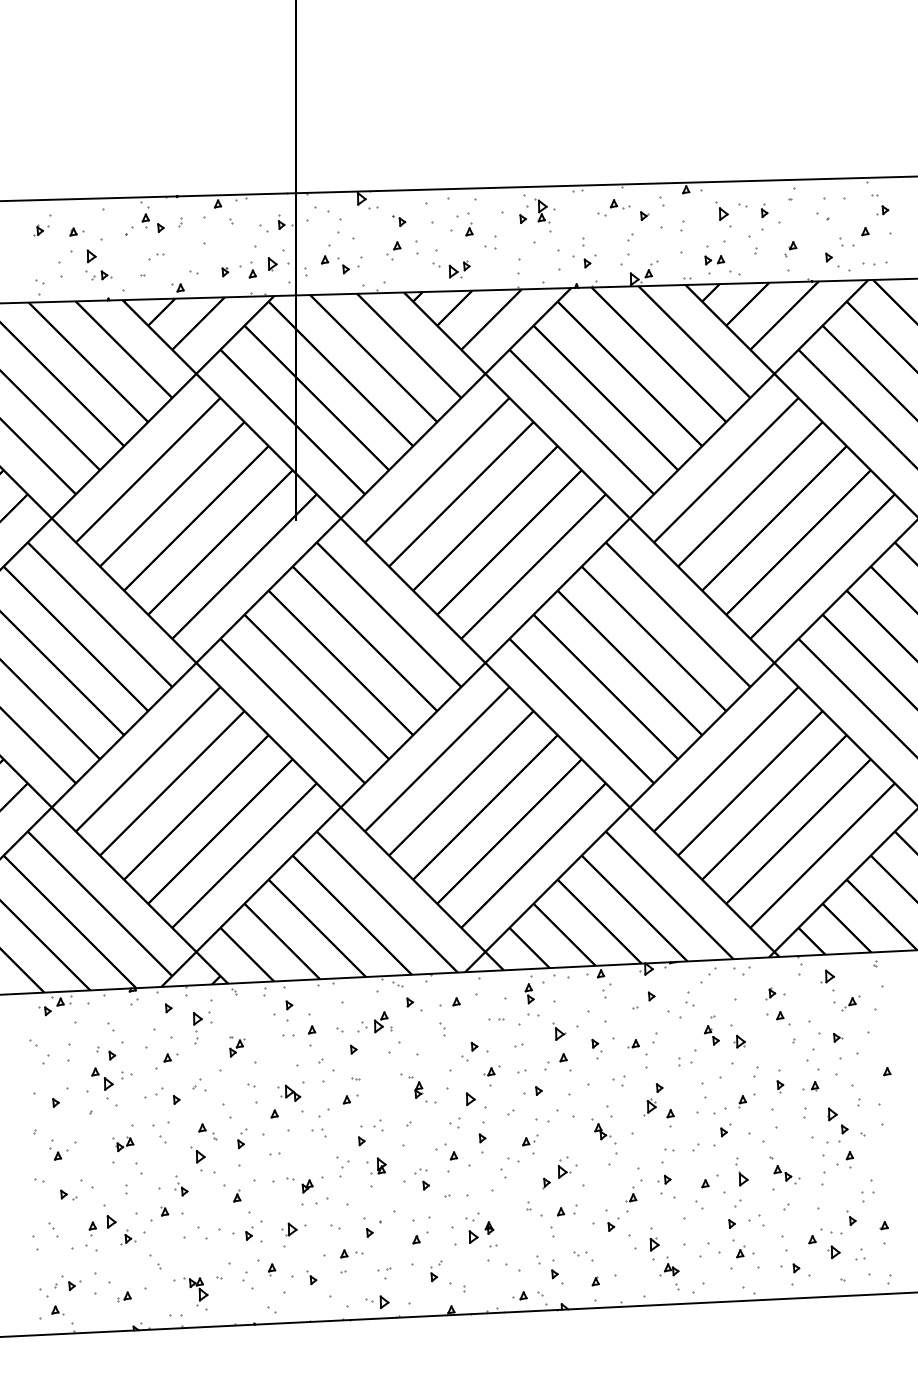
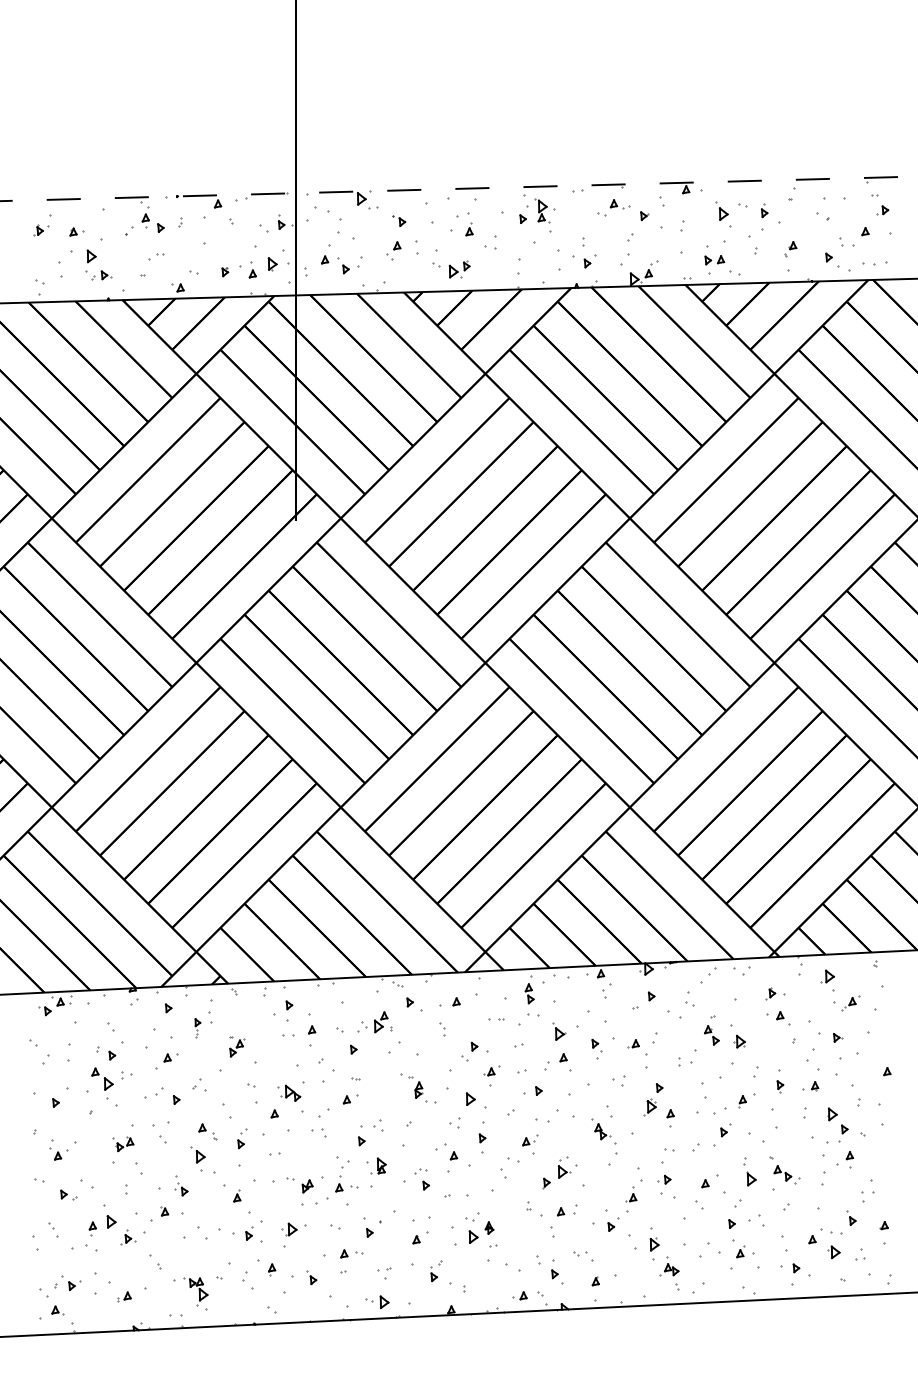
line at (458, 188): solid -> dashed
part at (197, 1028) size: 10x33 px -> 8x21 px
part at (741, 1171) position: (741, 1171) -> (749, 1171)
part at (346, 1187): none -> present
